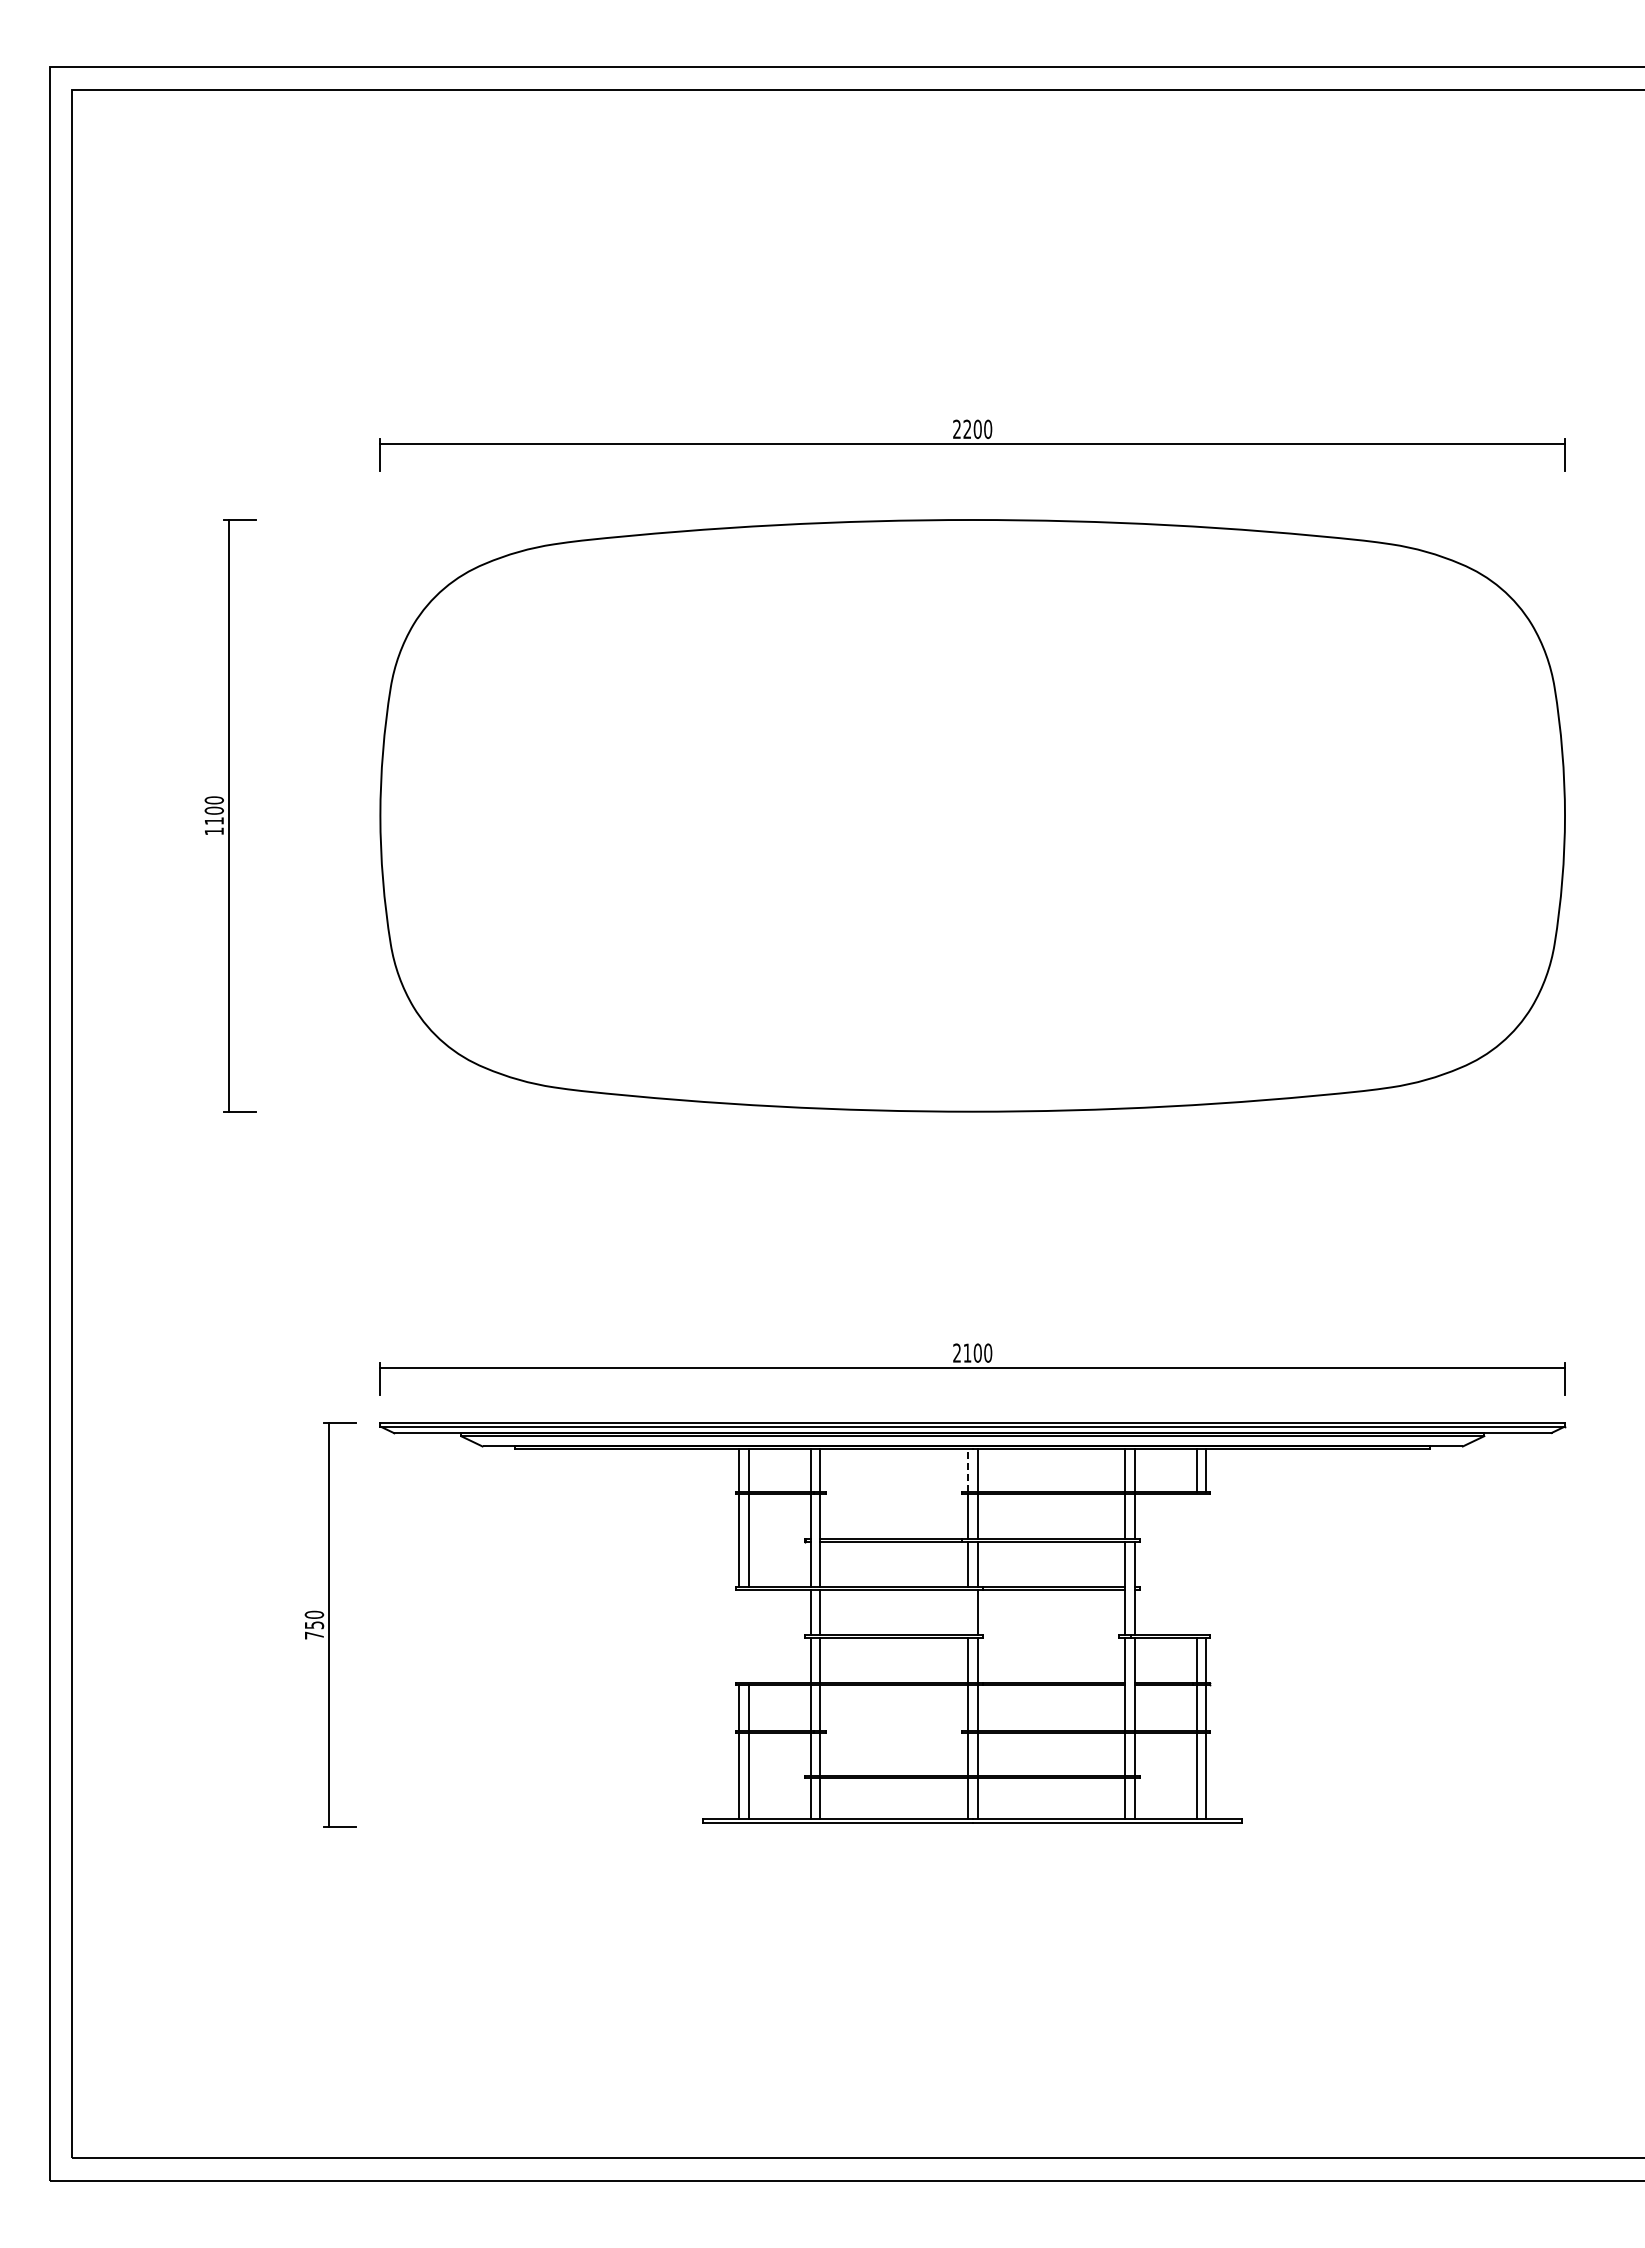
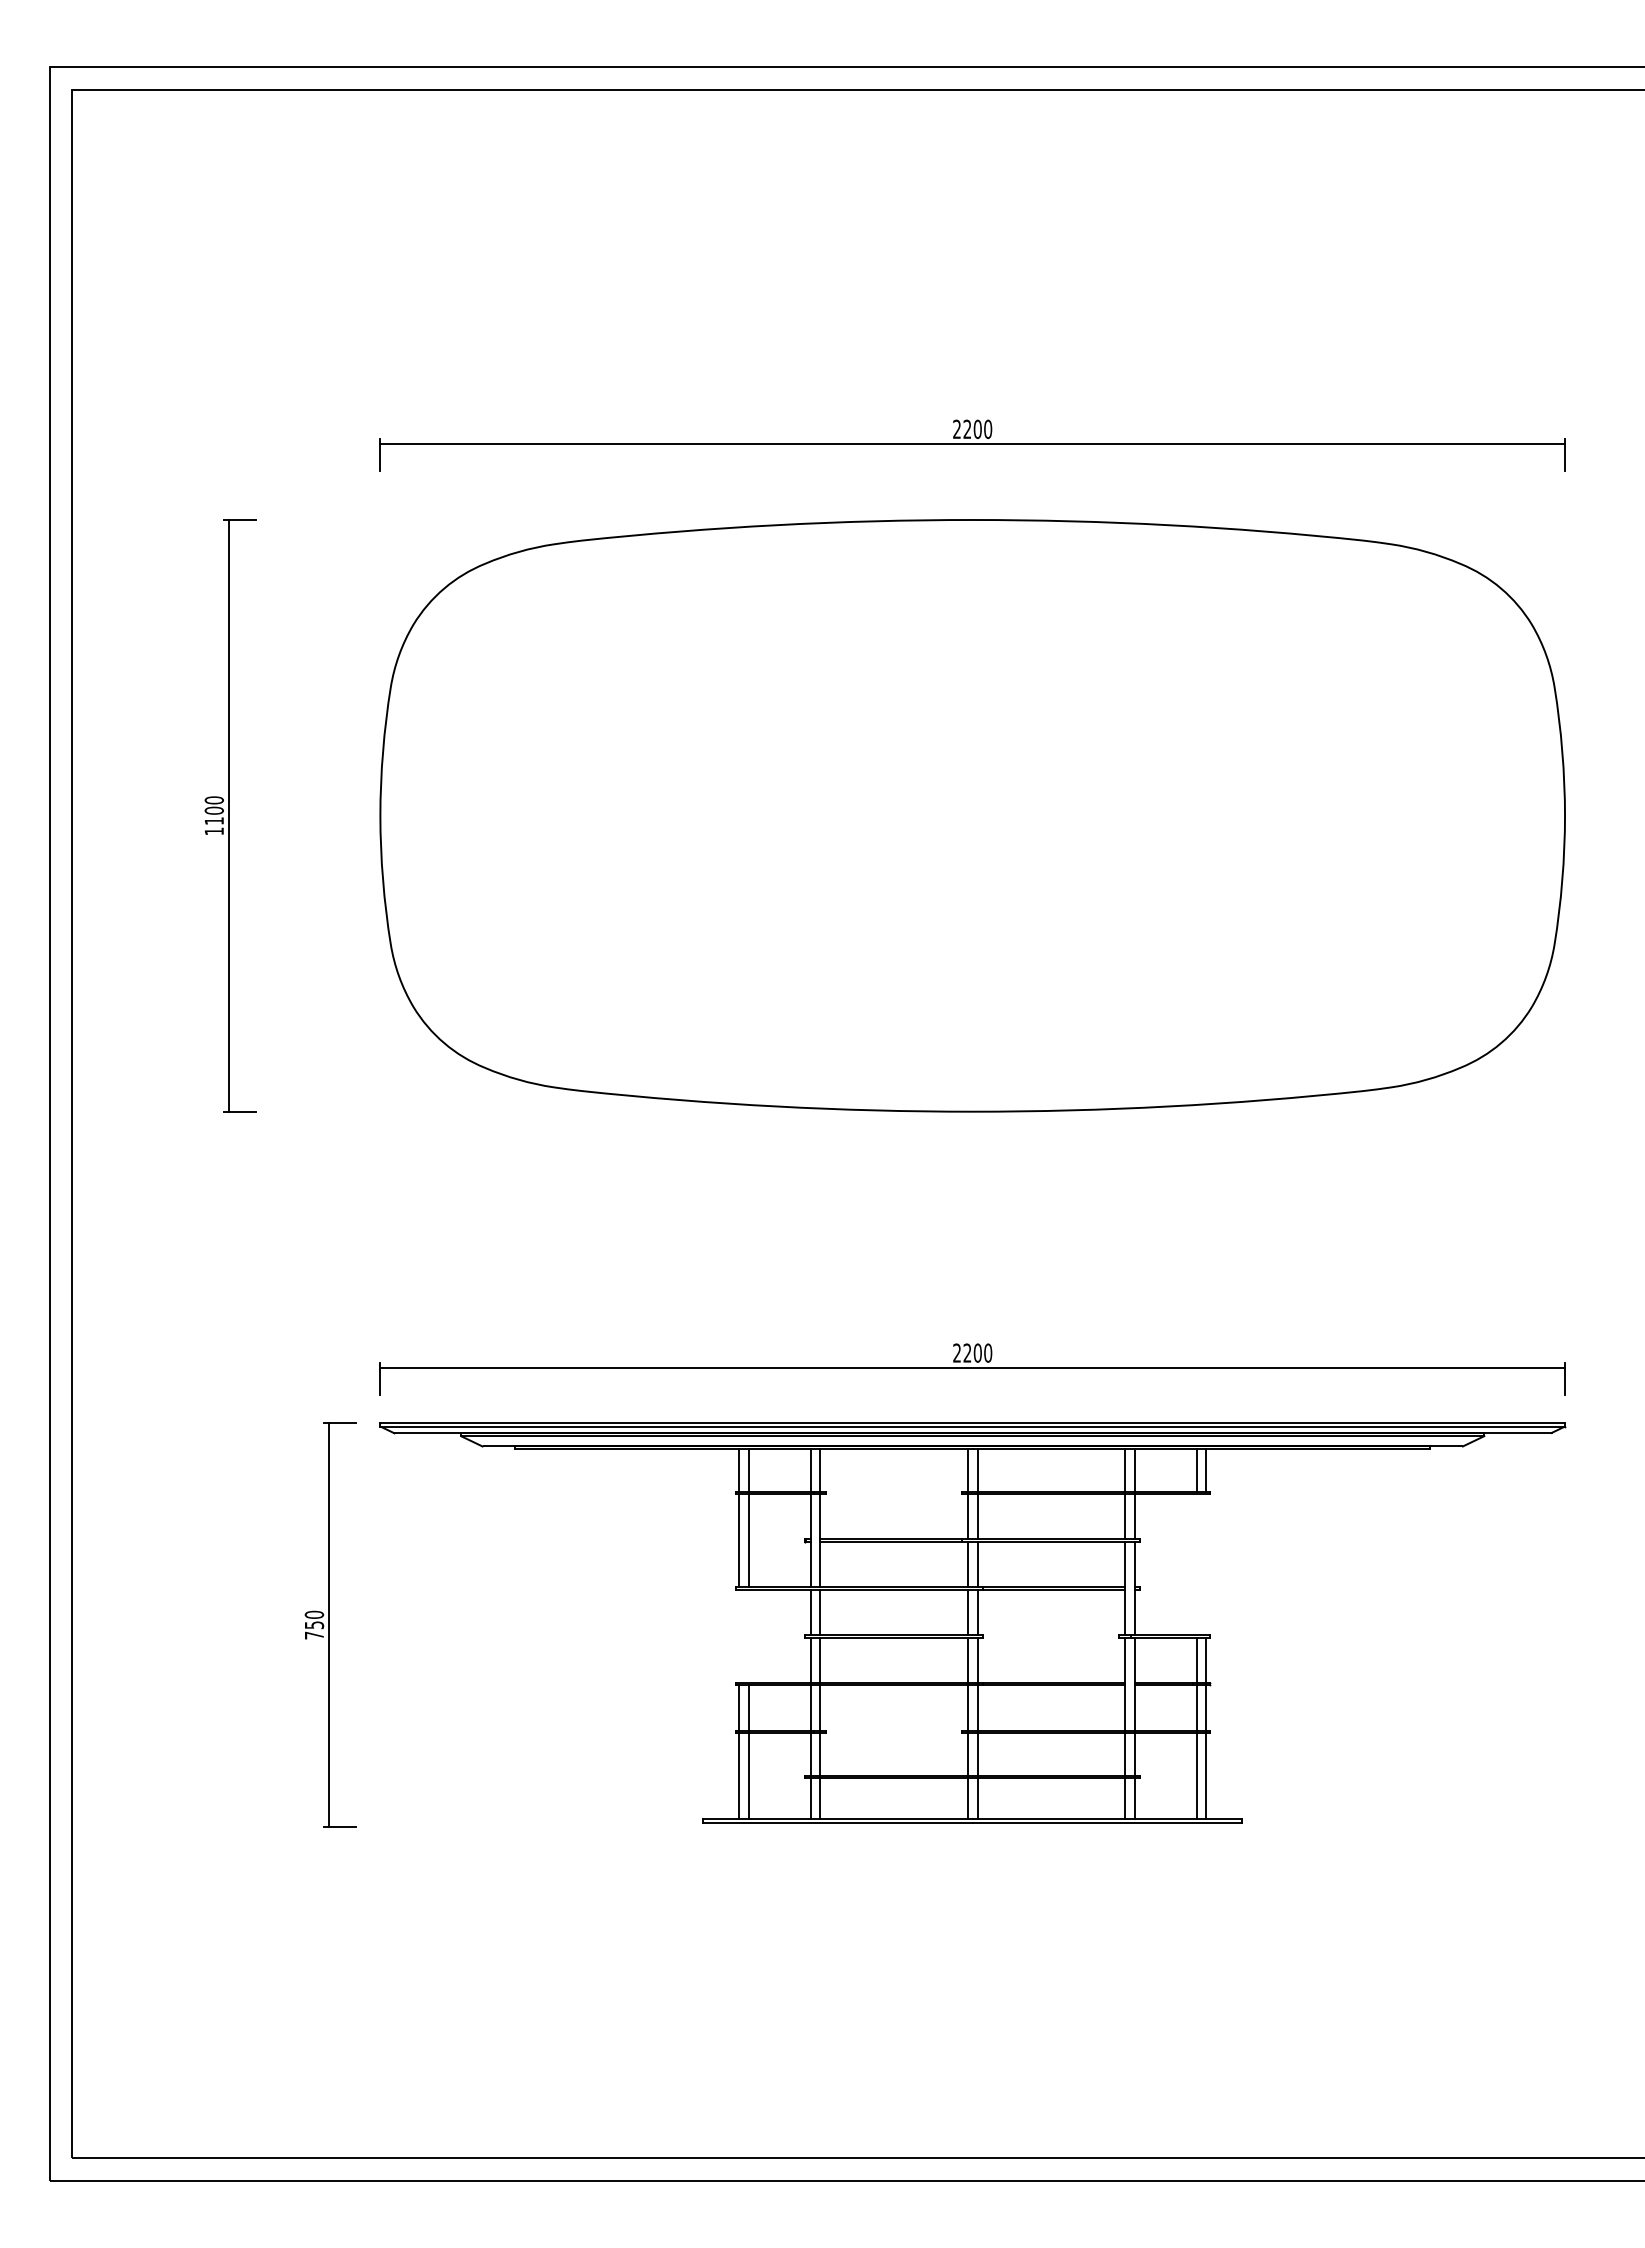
text at (967, 1352): 2100 -> 2200
line at (967, 1469): dashed -> solid
line at (967, 1611): none -> present
